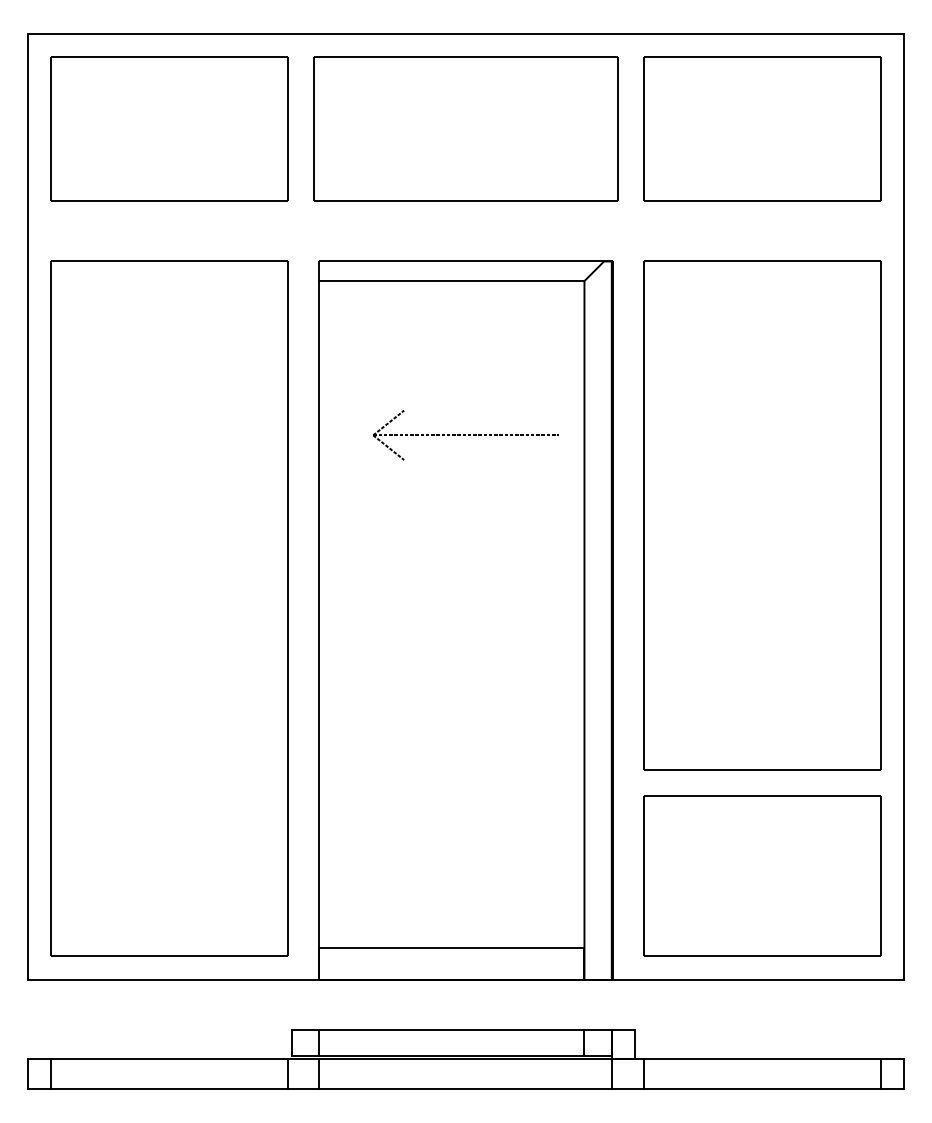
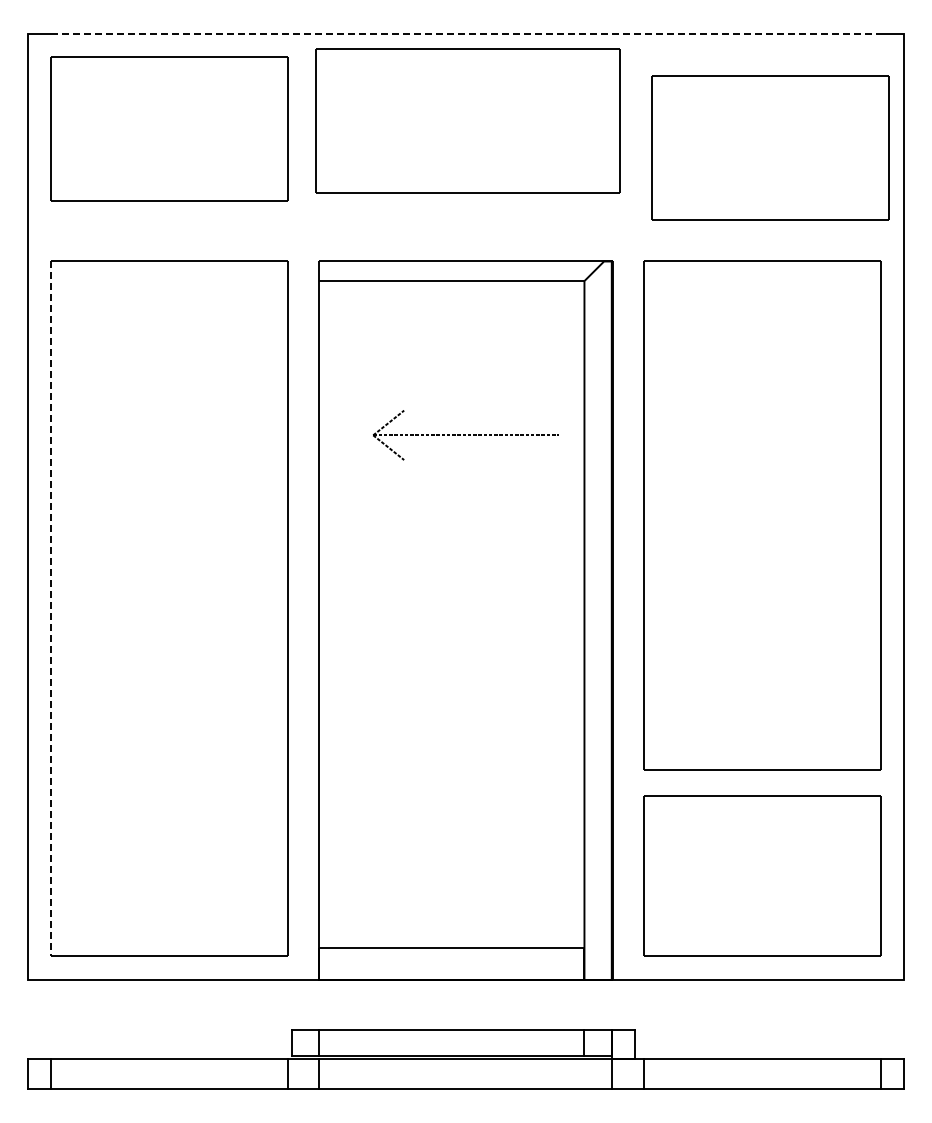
line at (466, 33): solid -> dashed
part at (465, 128) position: (465, 128) -> (467, 120)
part at (762, 128) position: (762, 128) -> (770, 147)
line at (51, 609): solid -> dashed
